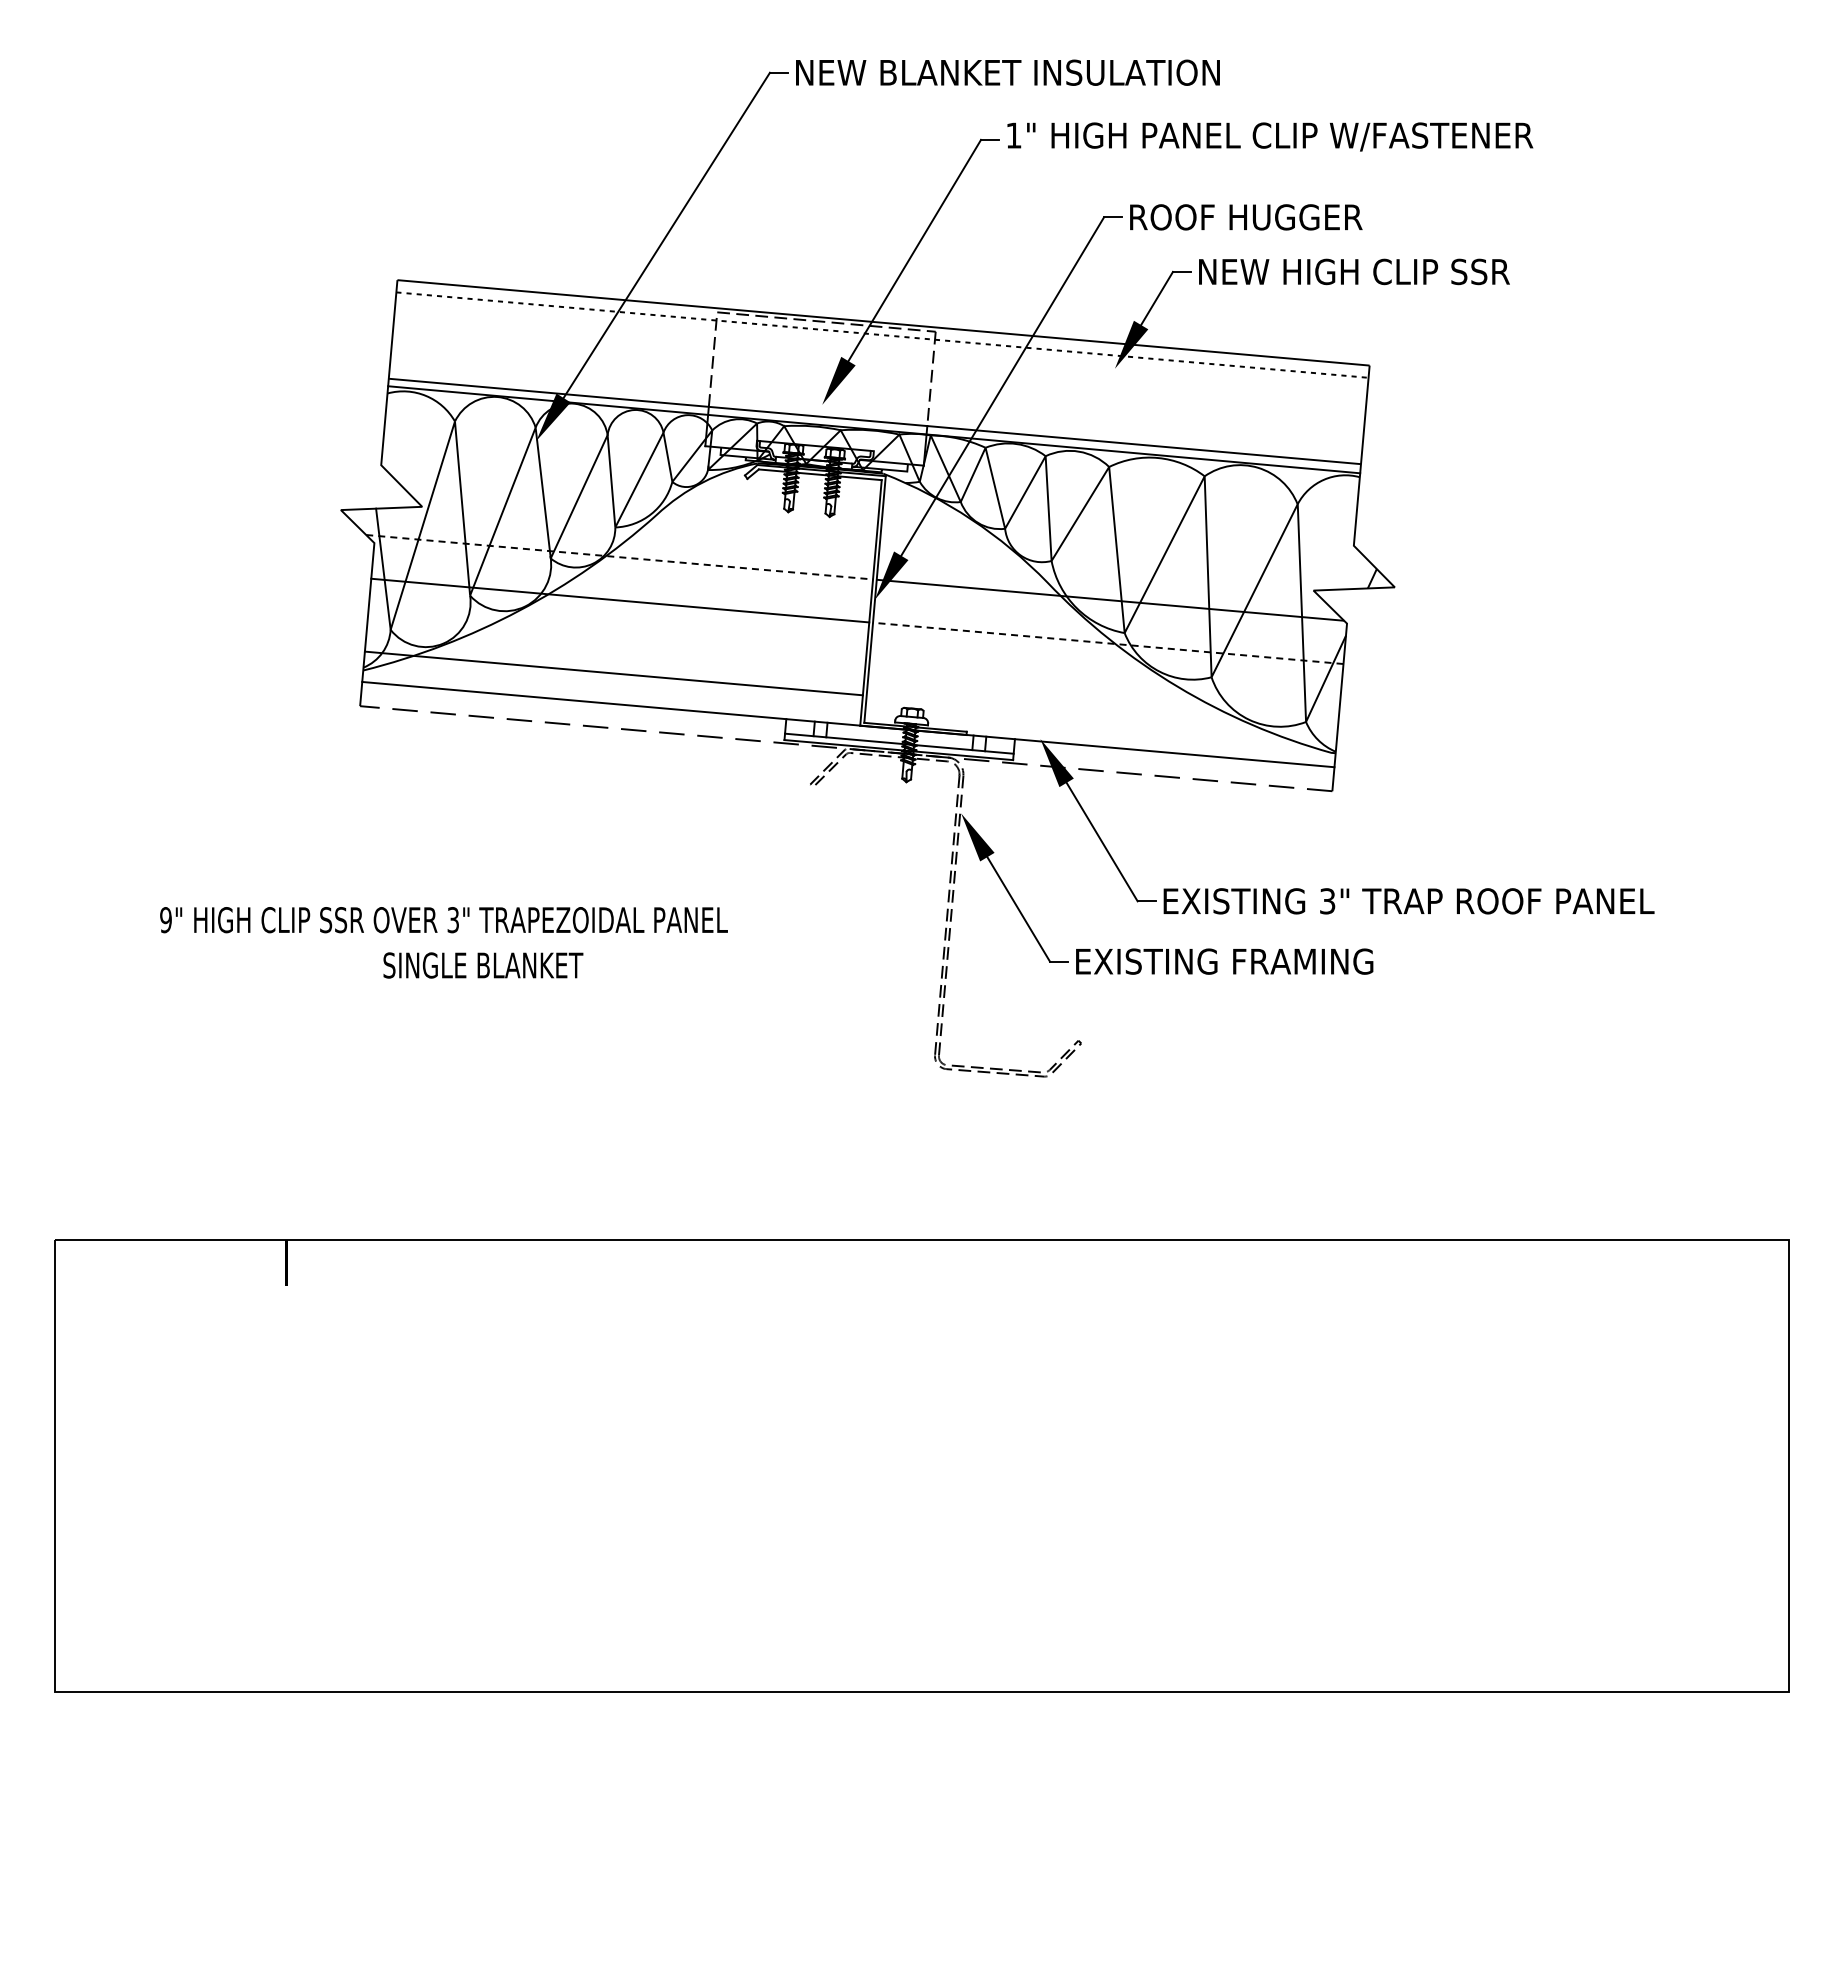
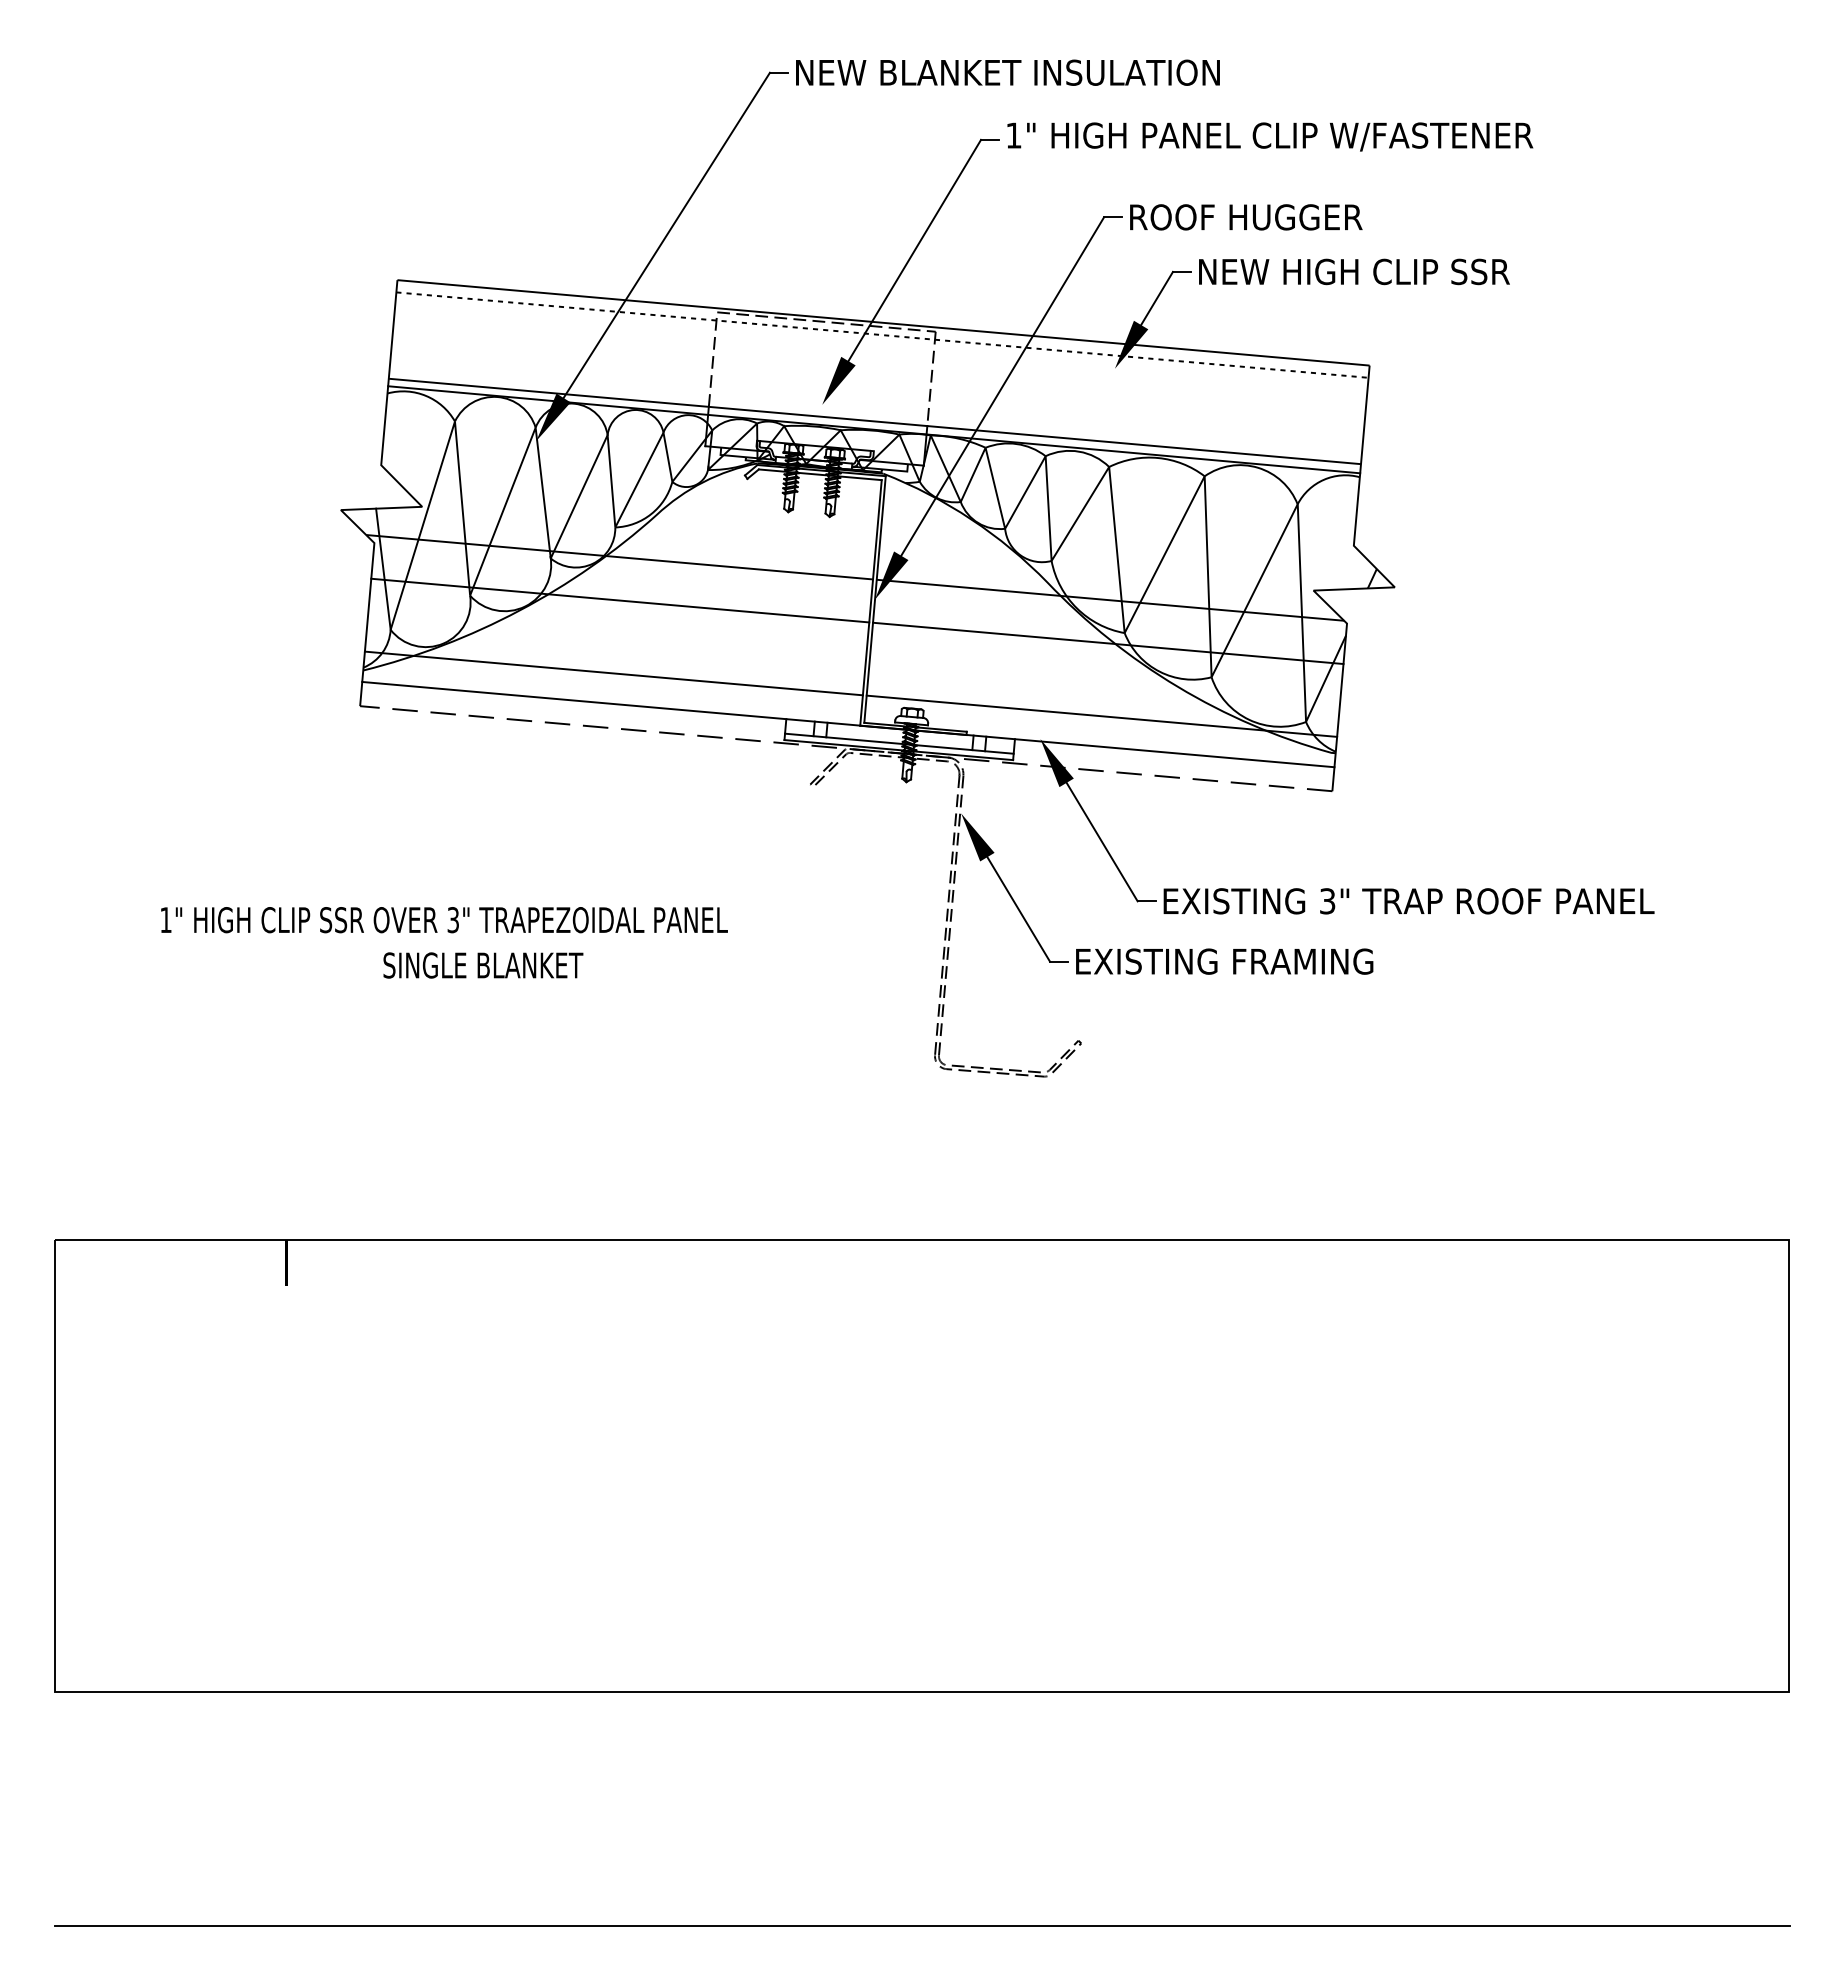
line at (620, 557): dashed -> solid
line at (1107, 643): dashed -> solid
line at (1101, 715): none -> present
text at (165, 920): 9" -> 1"
line at (922, 1926): none -> present
